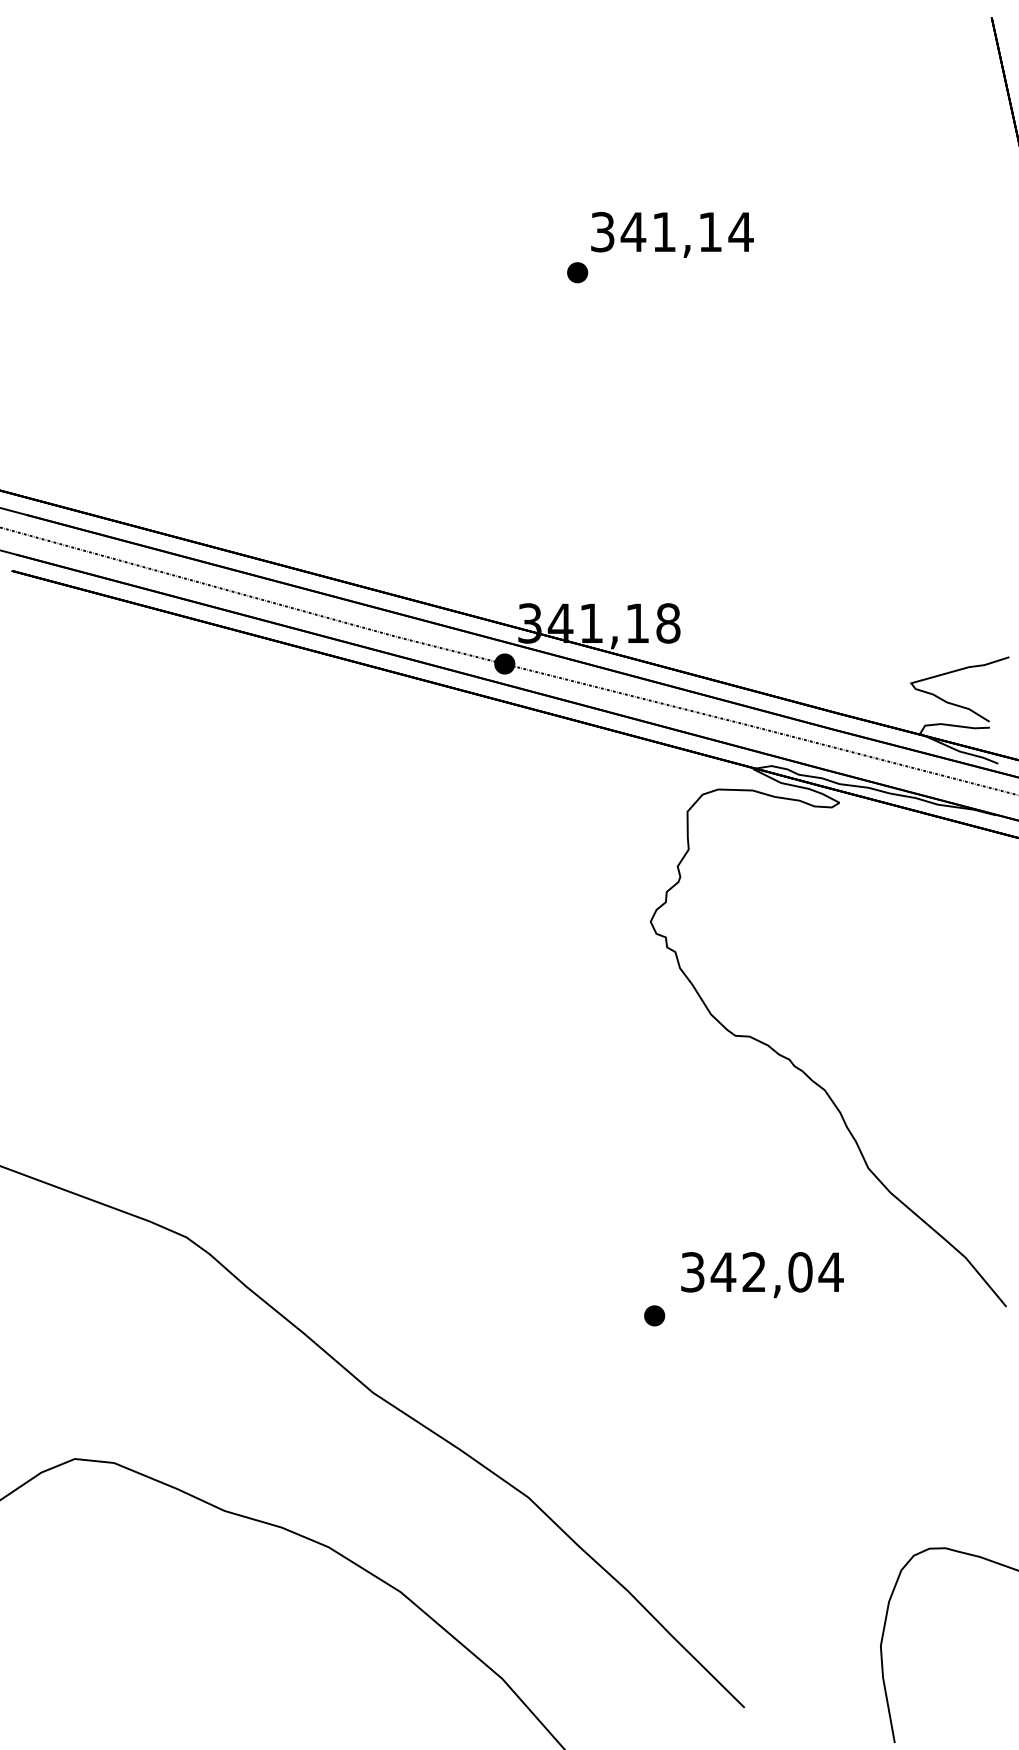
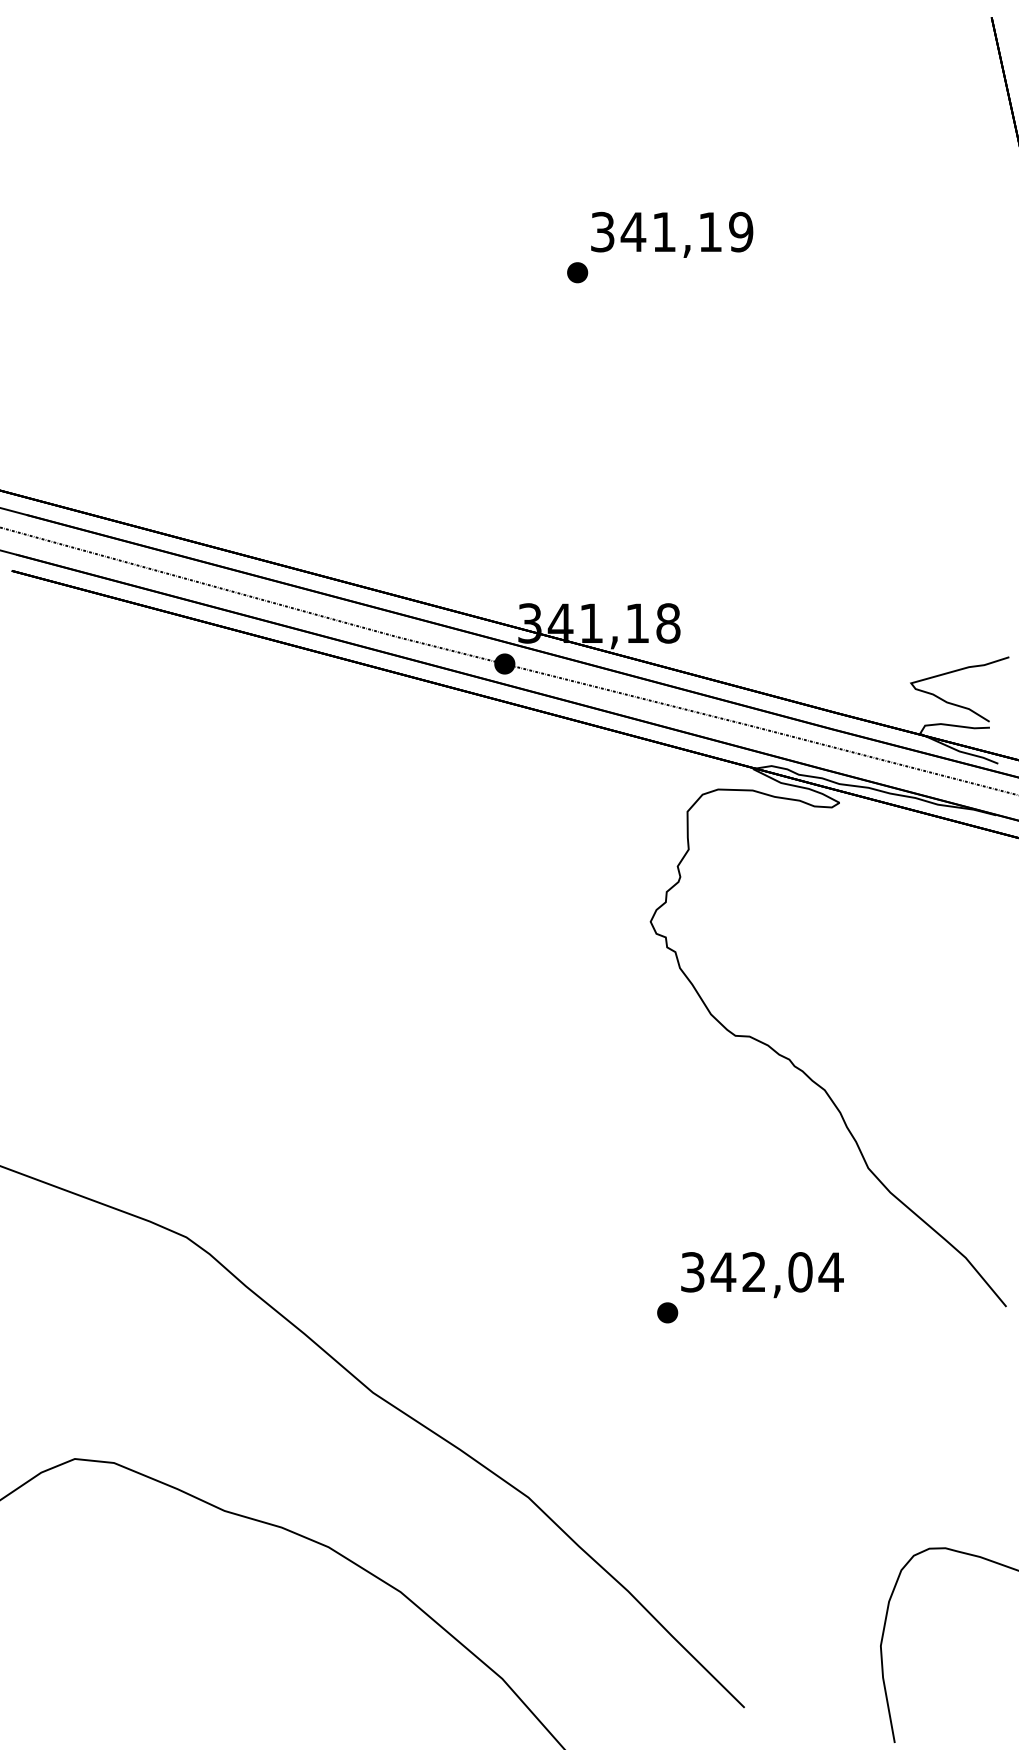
text at (740, 231): 341,14 -> 341,19
part at (654, 1315) position: (654, 1315) -> (667, 1312)
